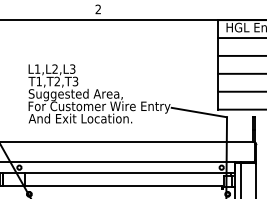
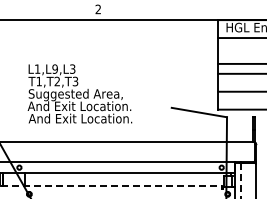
line at (240, 55) position: (240, 55) -> (240, 63)
text at (54, 68): L1,L2,L3 -> L1,L9,L3
text at (98, 107): For Customer Wire Entry -> And Exit Location.
line at (240, 181): solid -> dashed
line at (111, 185): solid -> dashed
